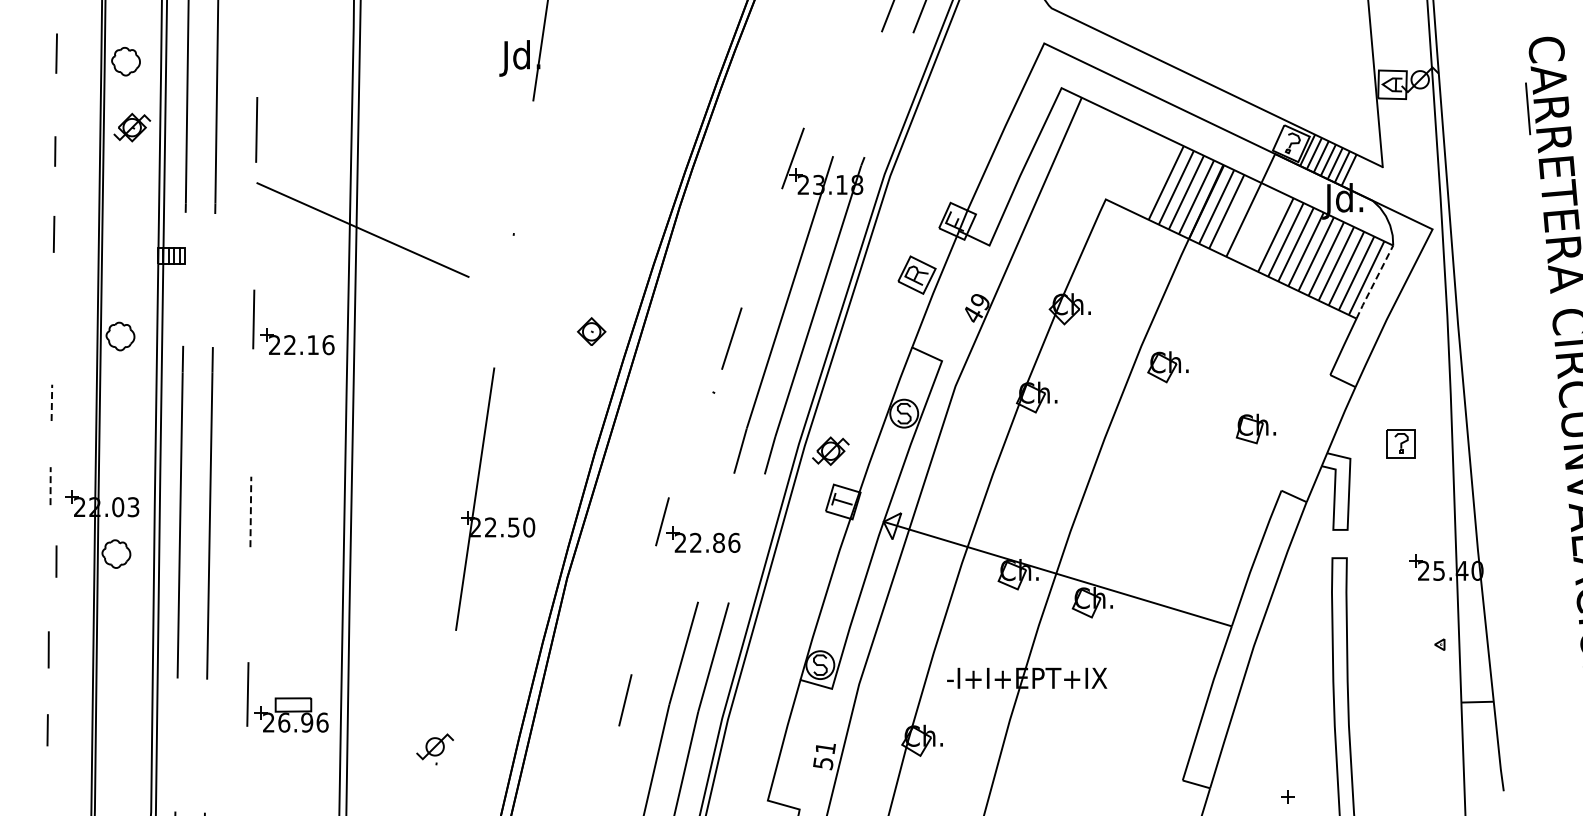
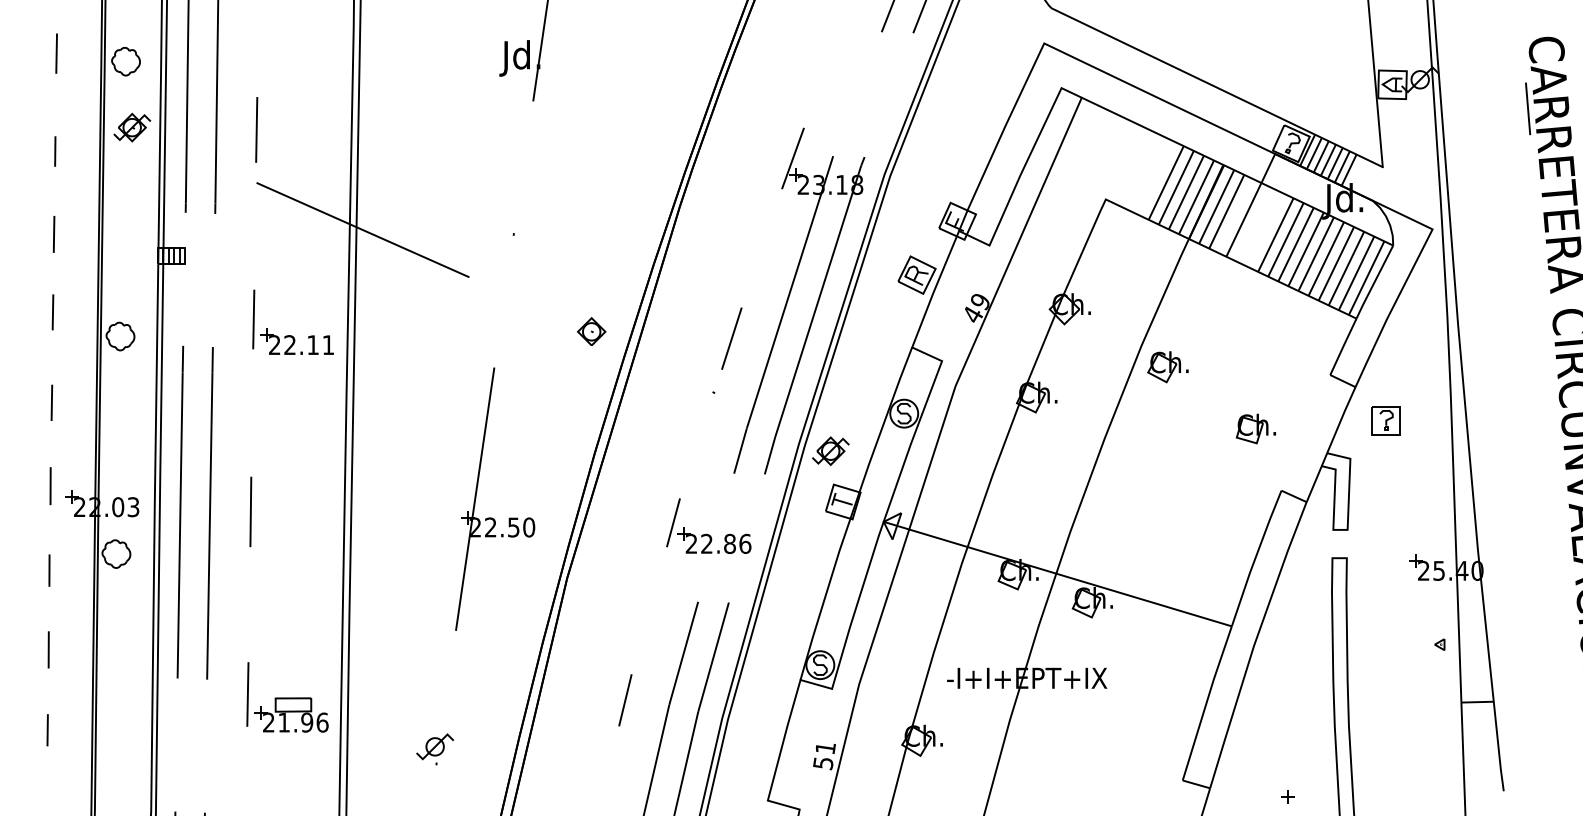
line at (1374, 282): dashed -> solid
line at (52, 312): none -> present
text at (328, 345): 22.16 -> 22.11
line at (51, 402): dashed -> solid
part at (1400, 443) position: (1400, 443) -> (1385, 420)
line at (50, 486): dashed -> solid
line at (250, 511): dashed -> solid
part at (695, 532) position: (695, 532) -> (706, 533)
line at (56, 561) position: (56, 561) -> (49, 570)
text at (284, 722): 26.96 -> 21.96
